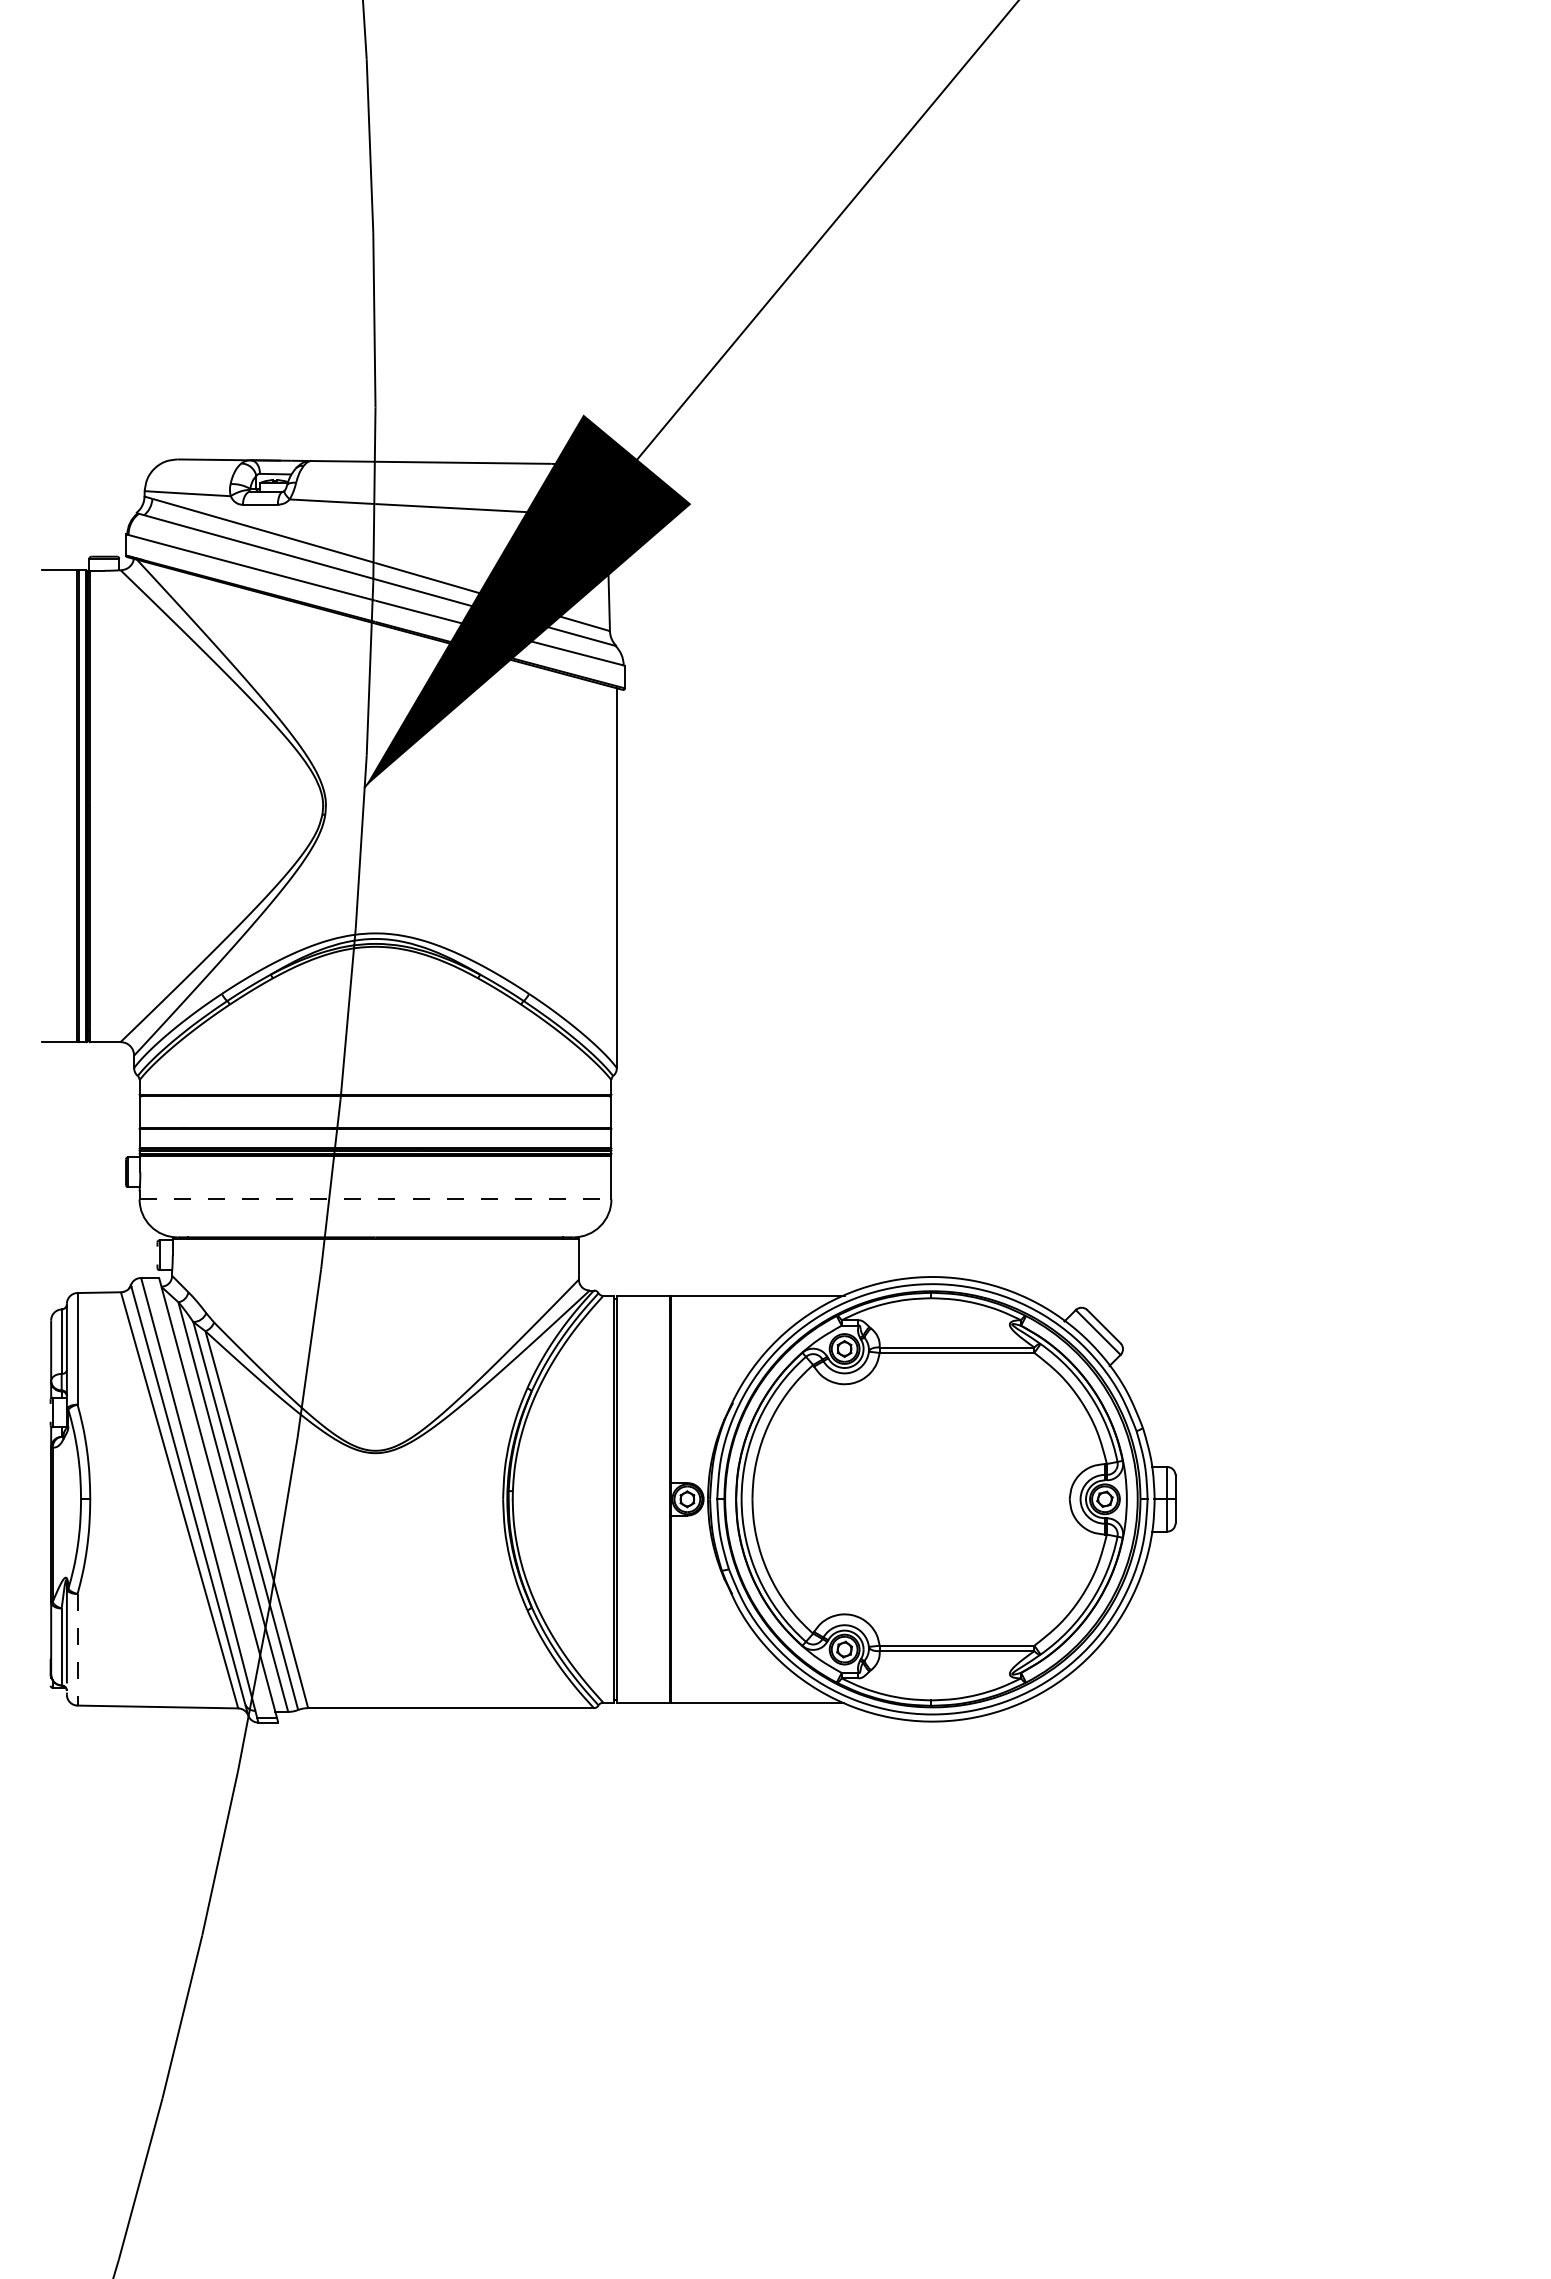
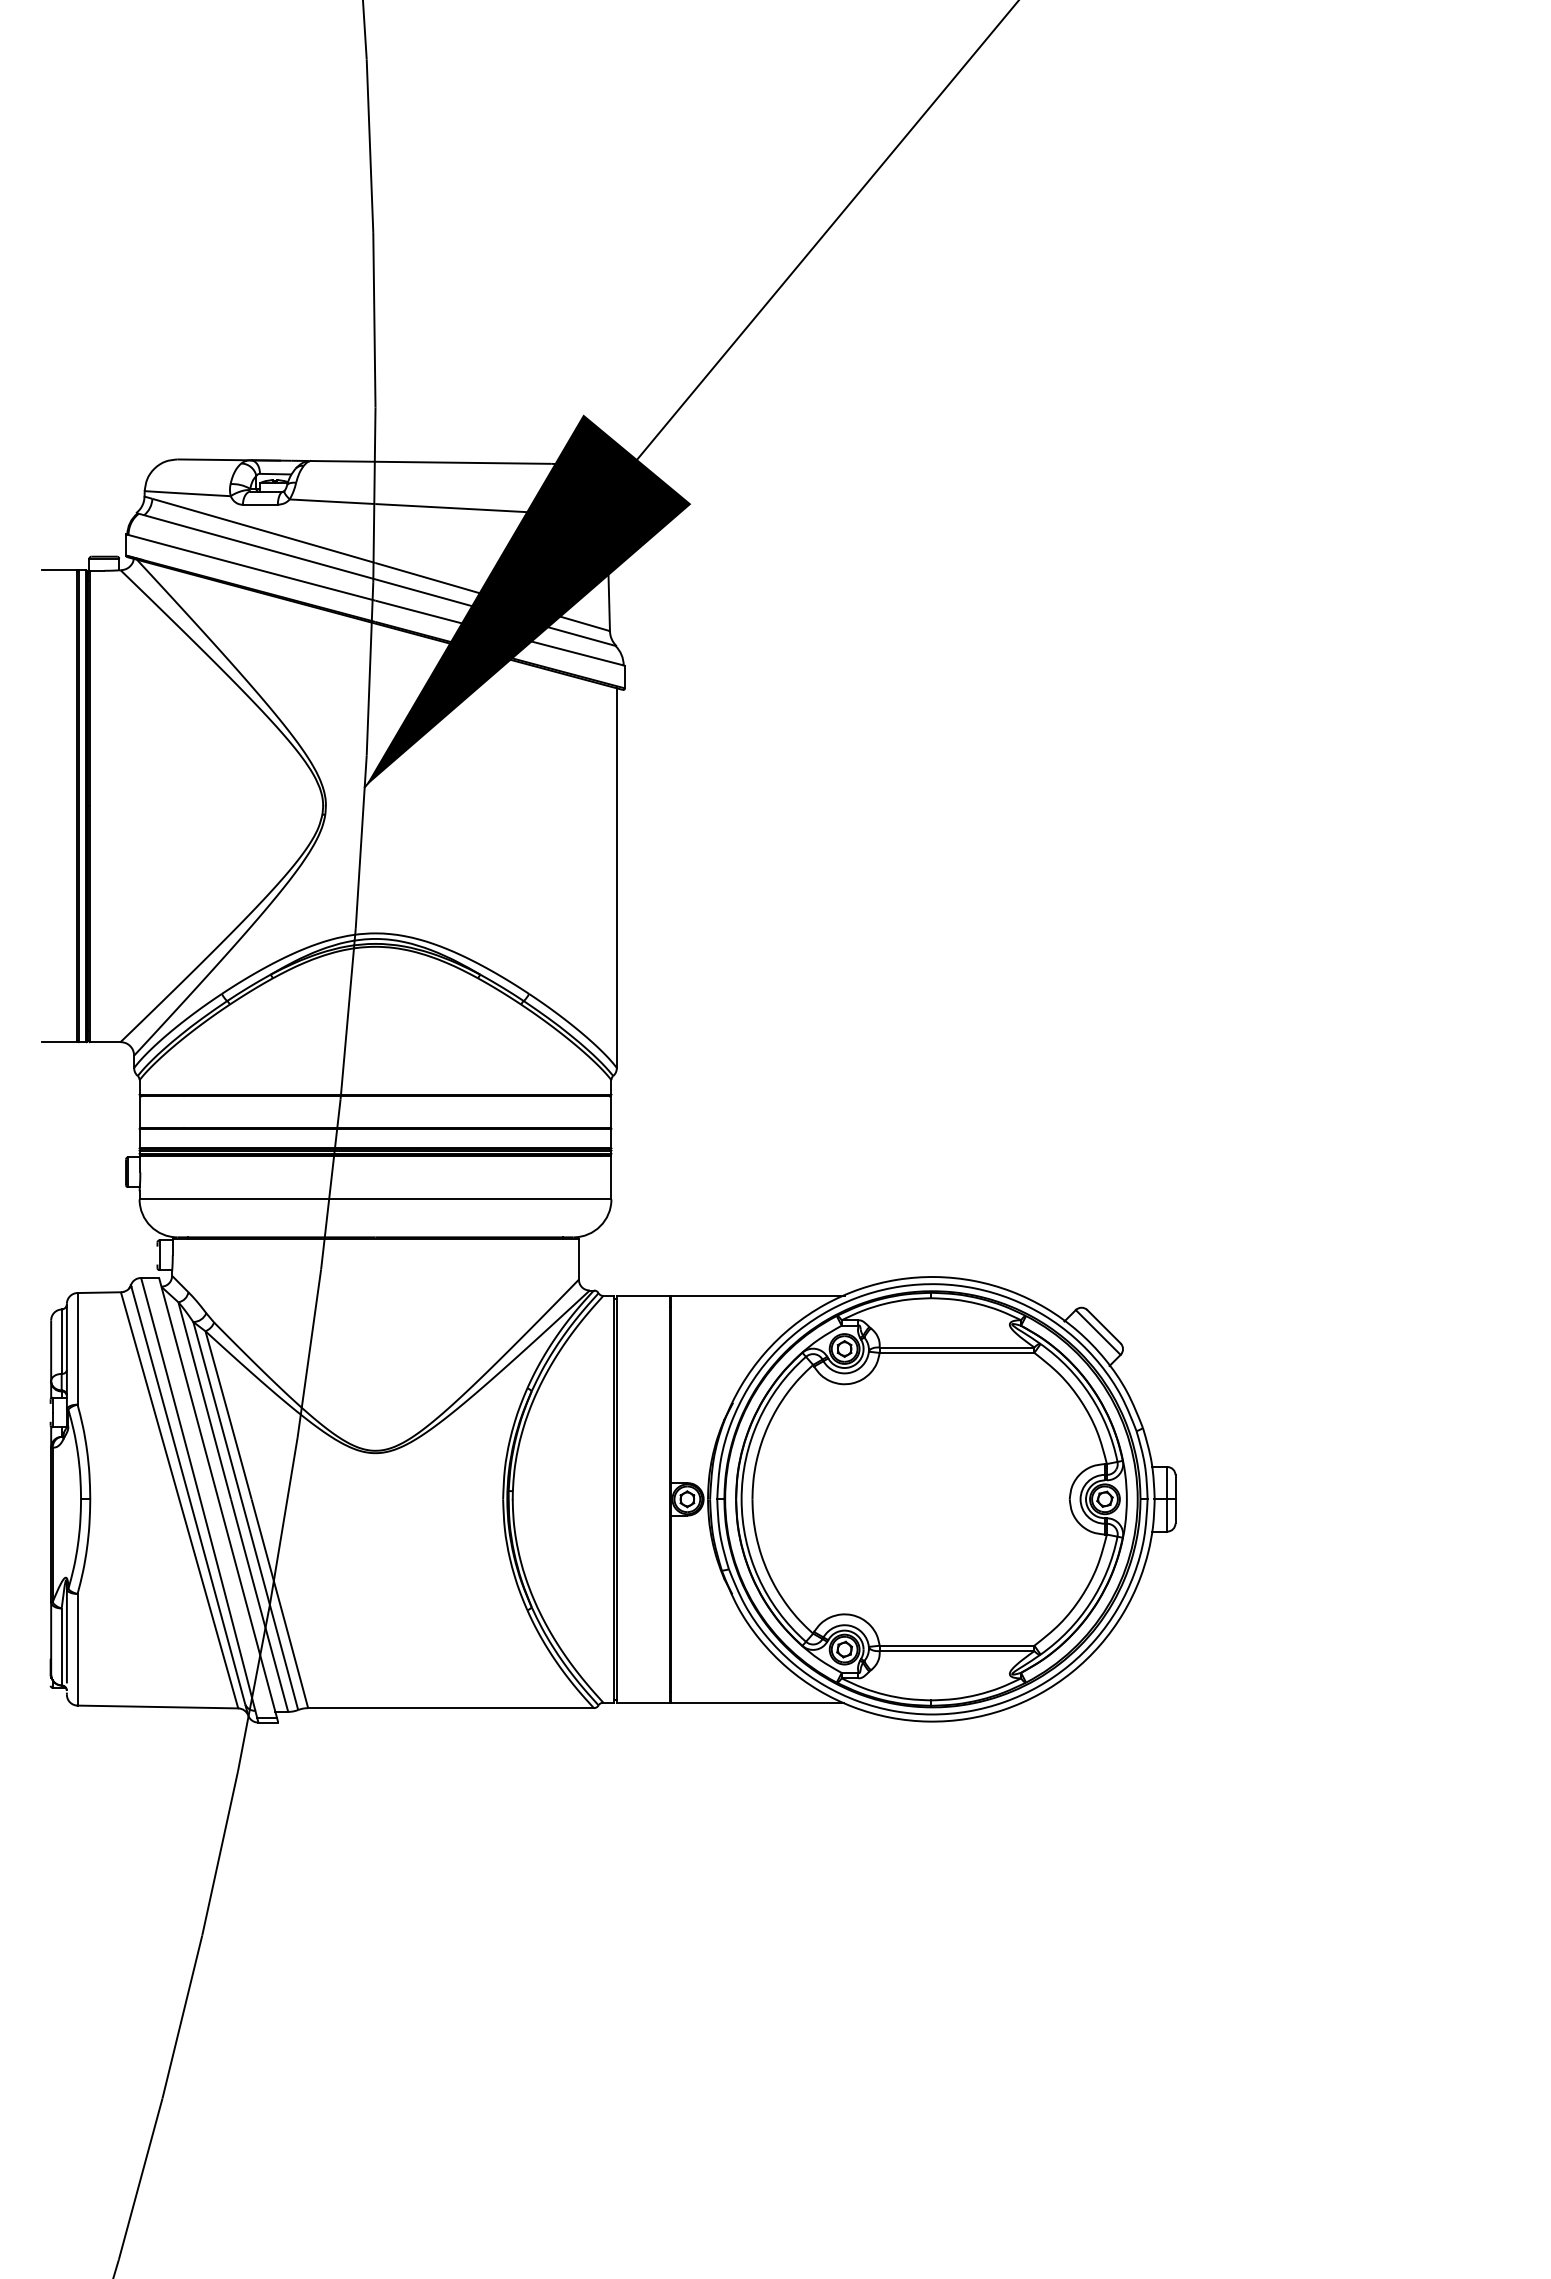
line at (375, 1199): dashed -> solid
line at (77, 1649): dashed -> solid
